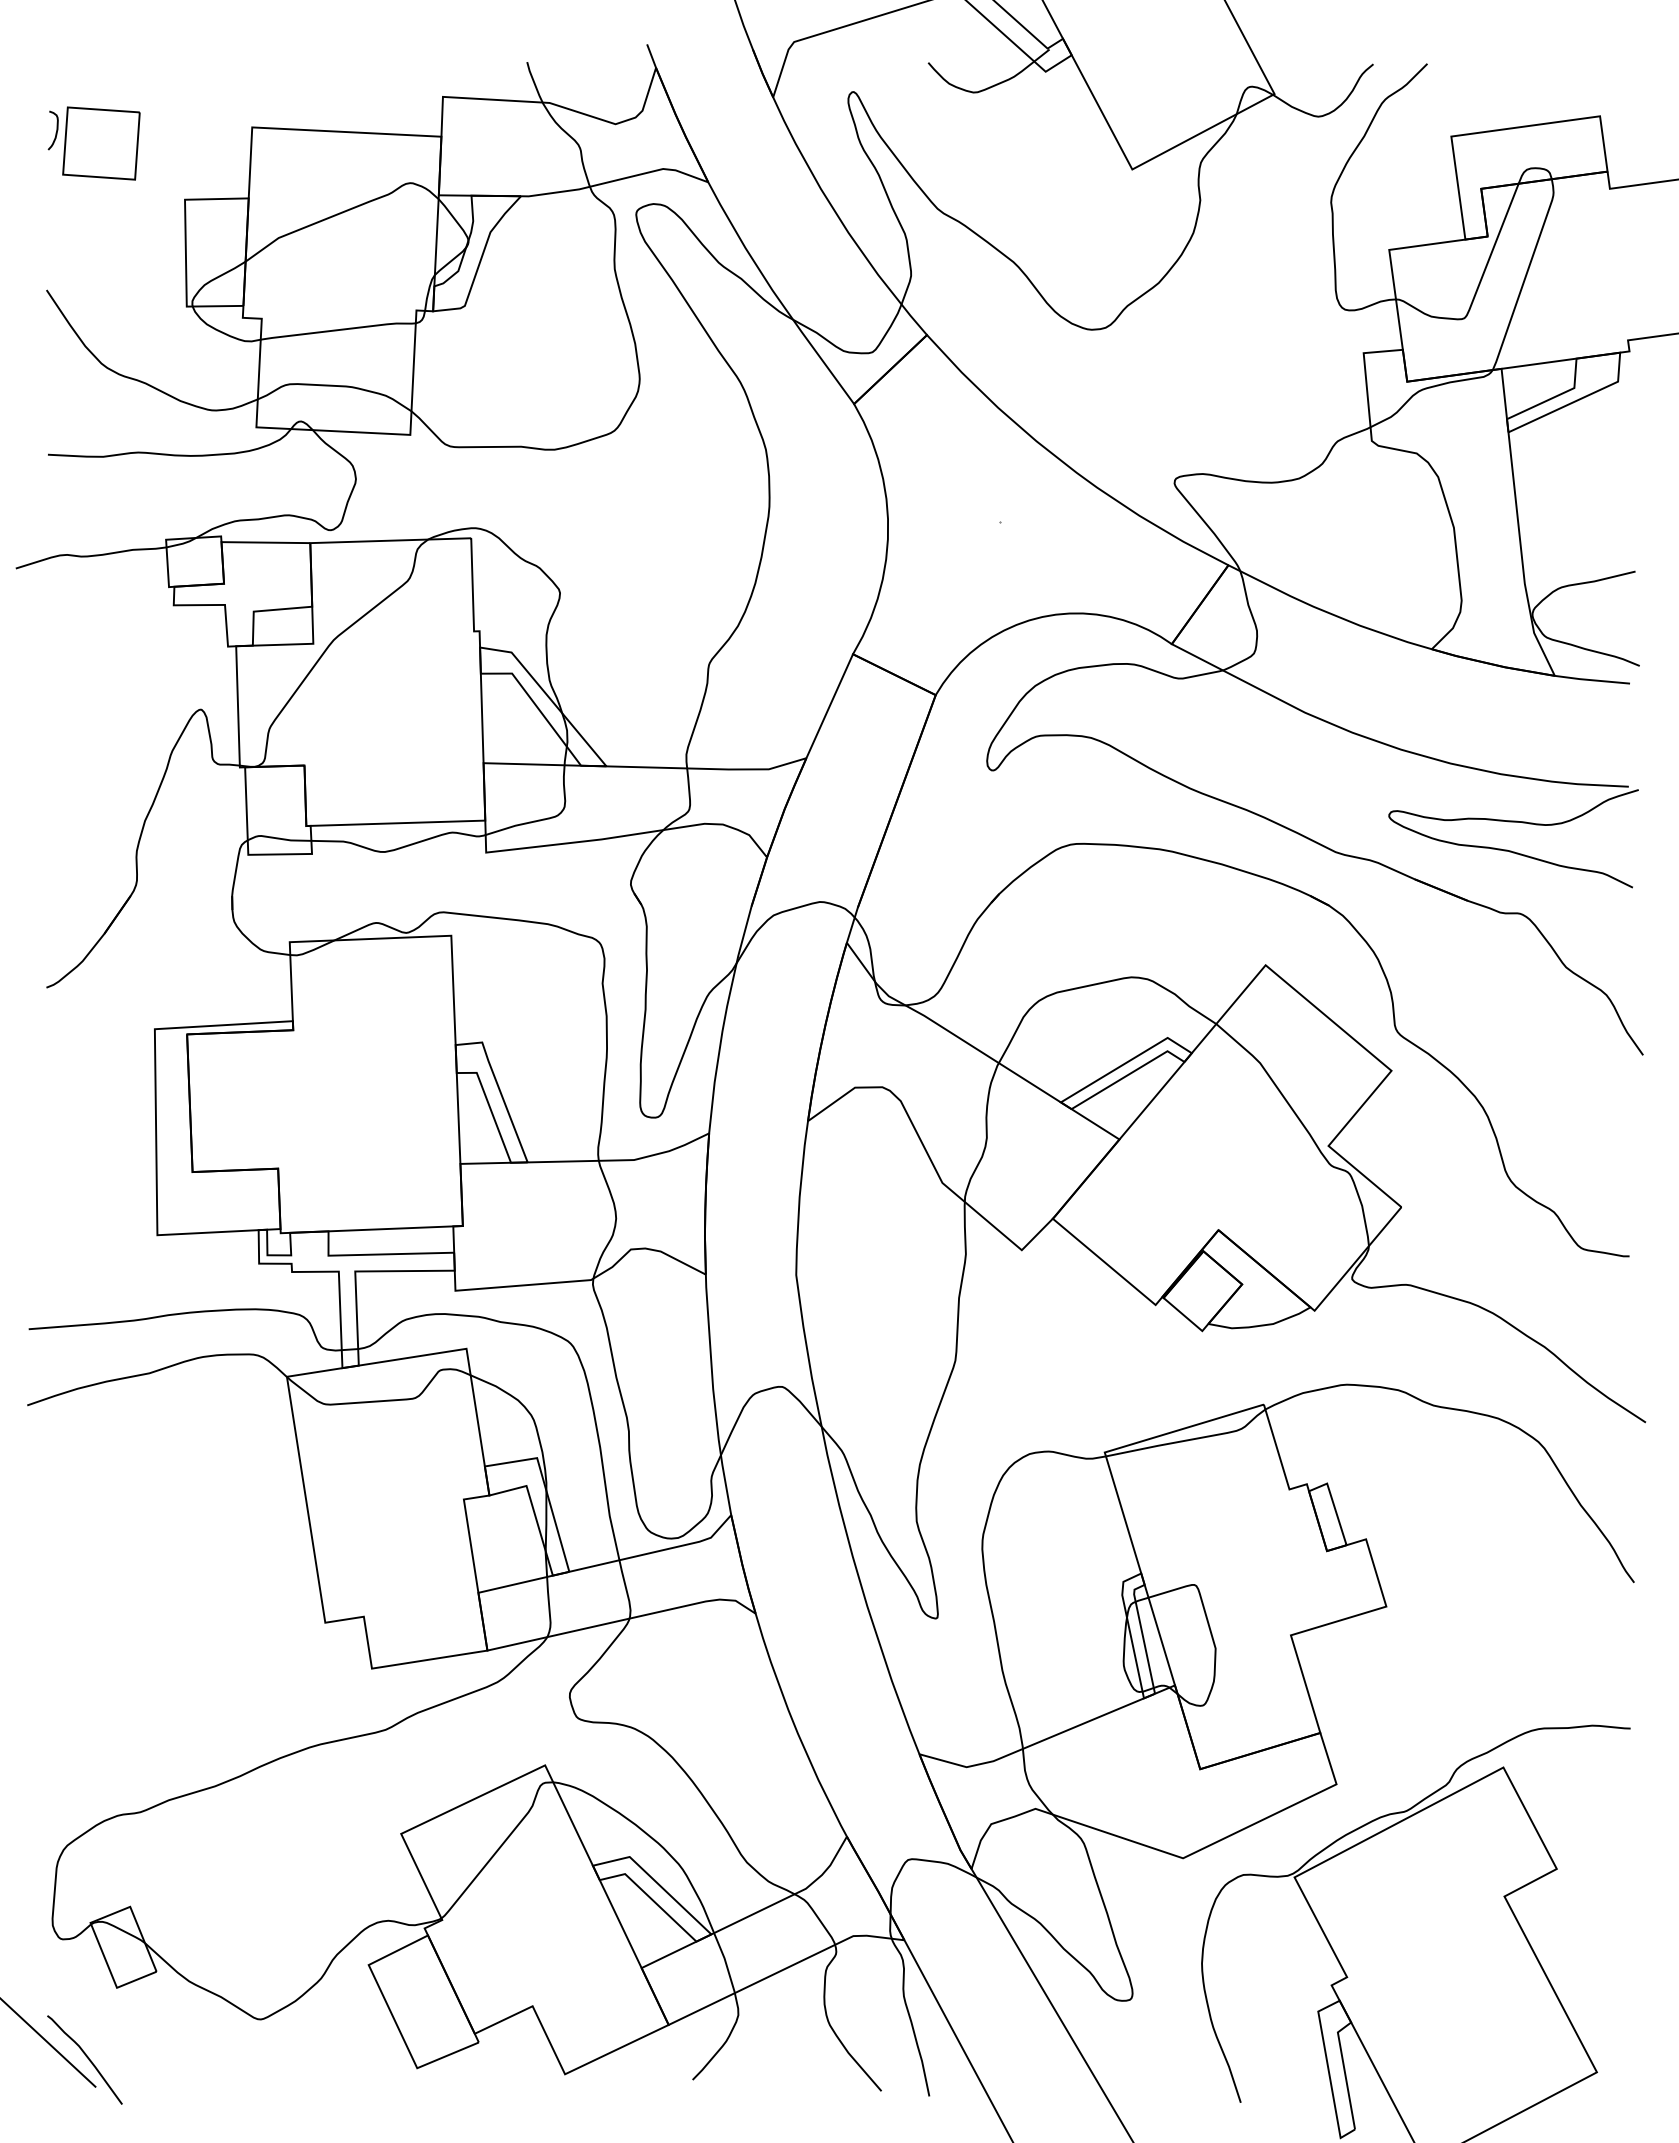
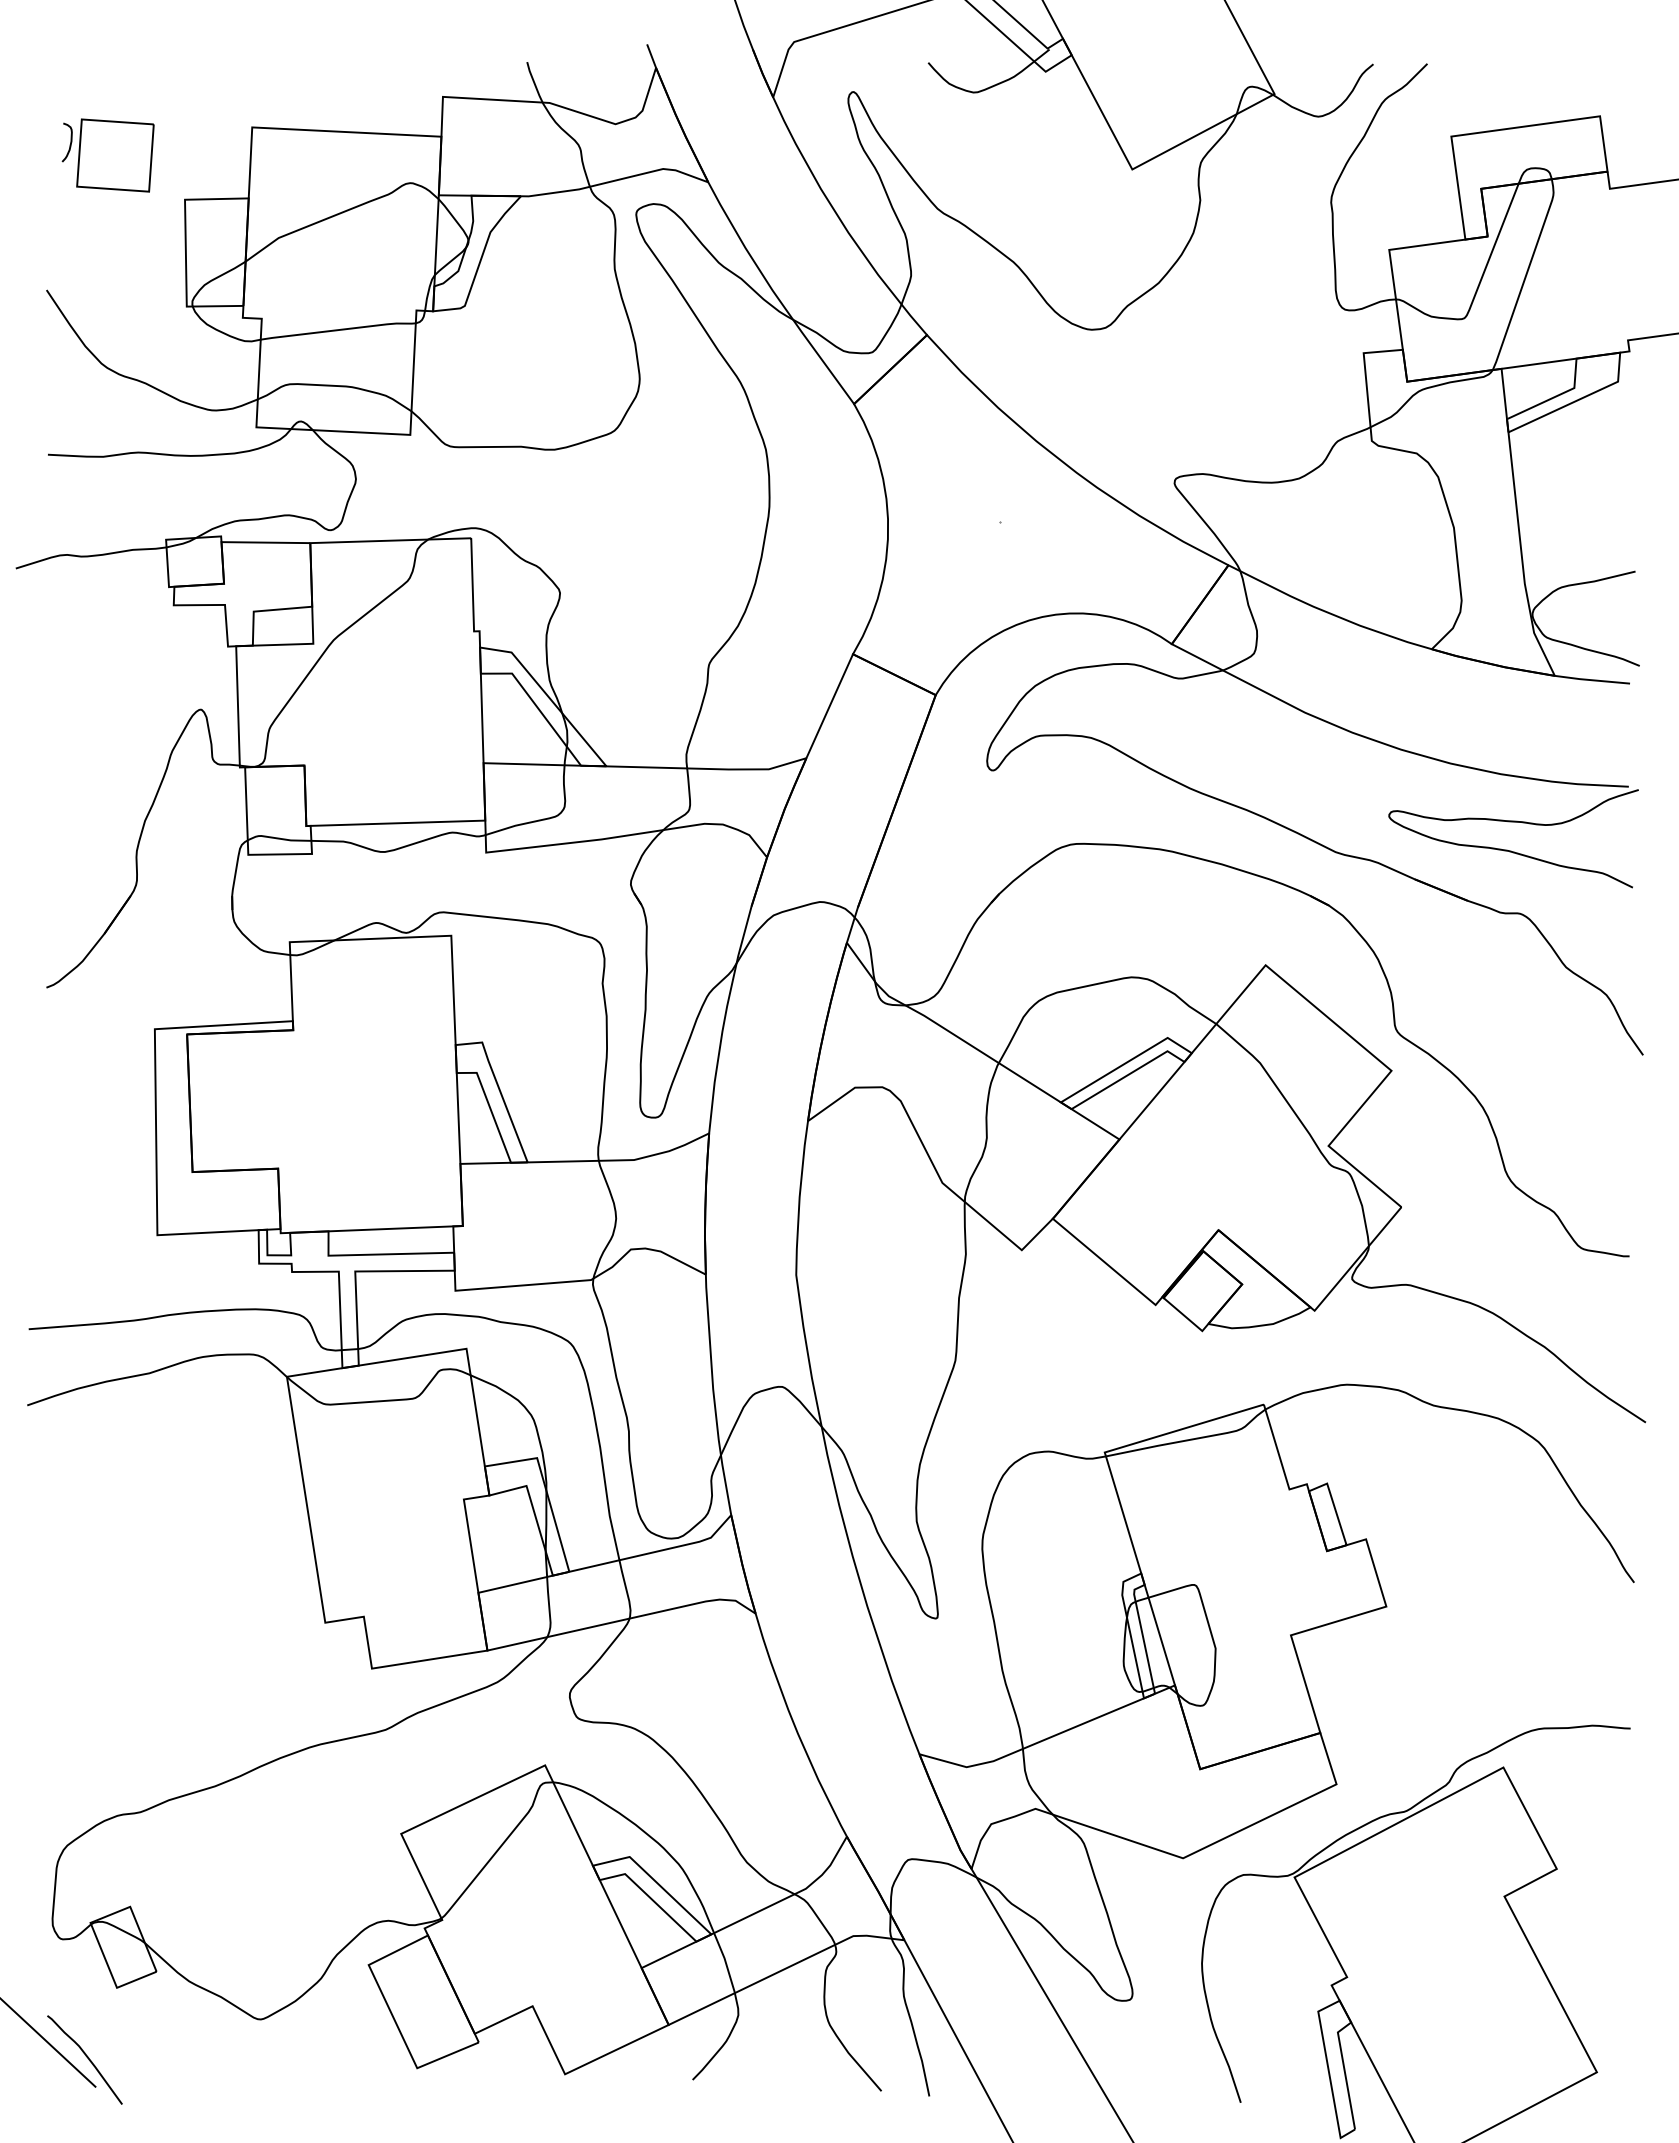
part at (93, 143) position: (93, 143) -> (107, 155)
